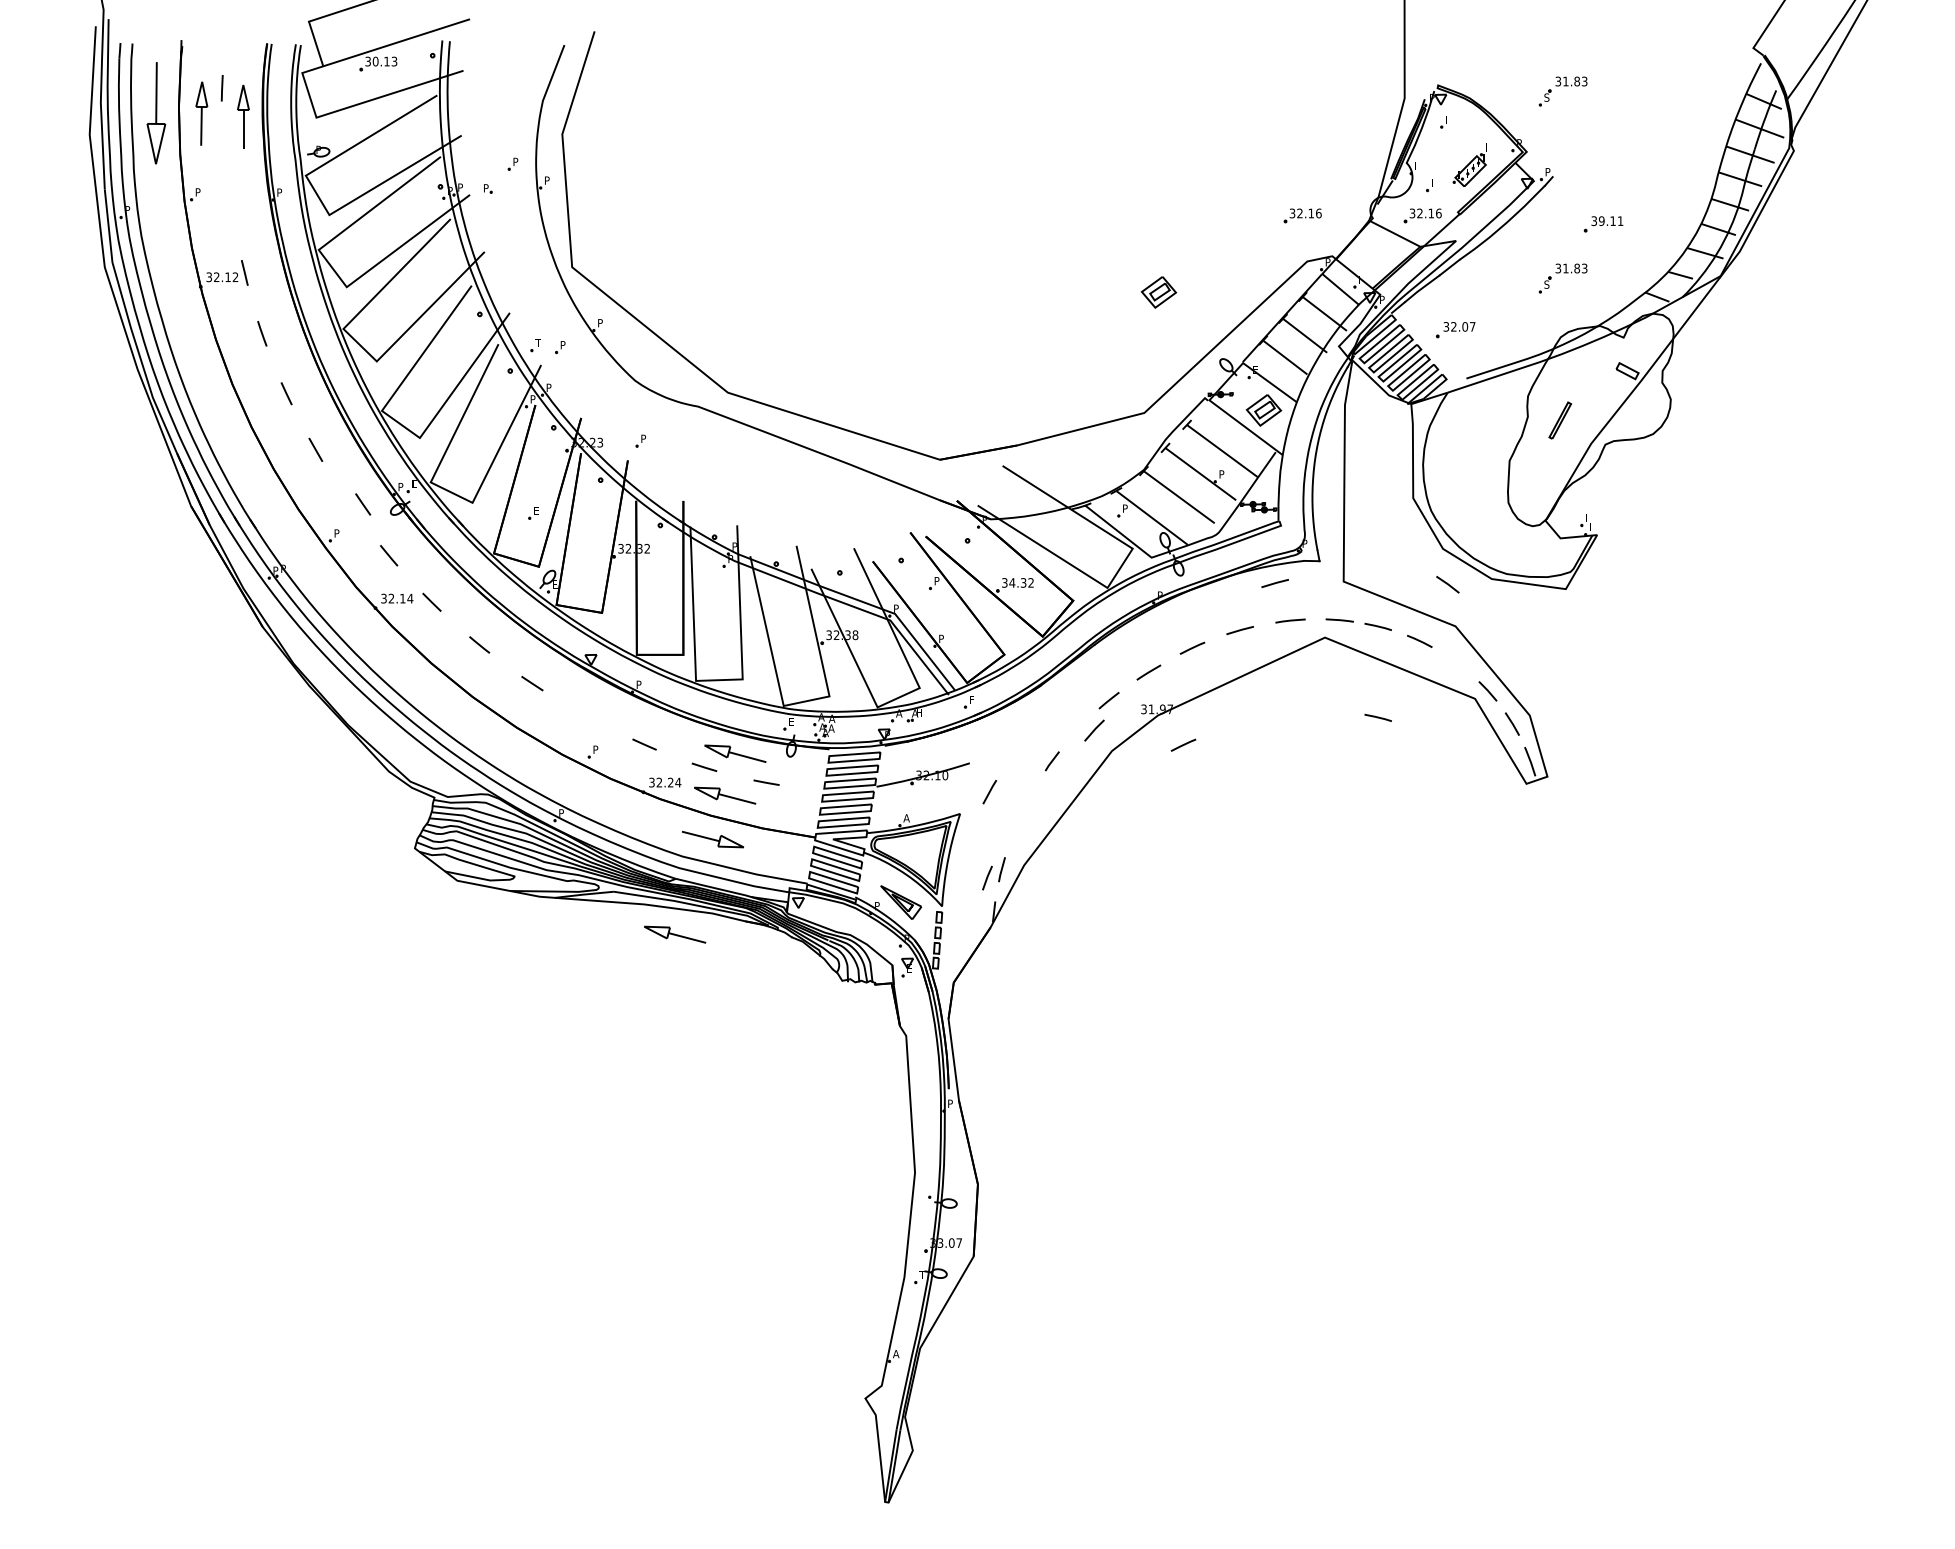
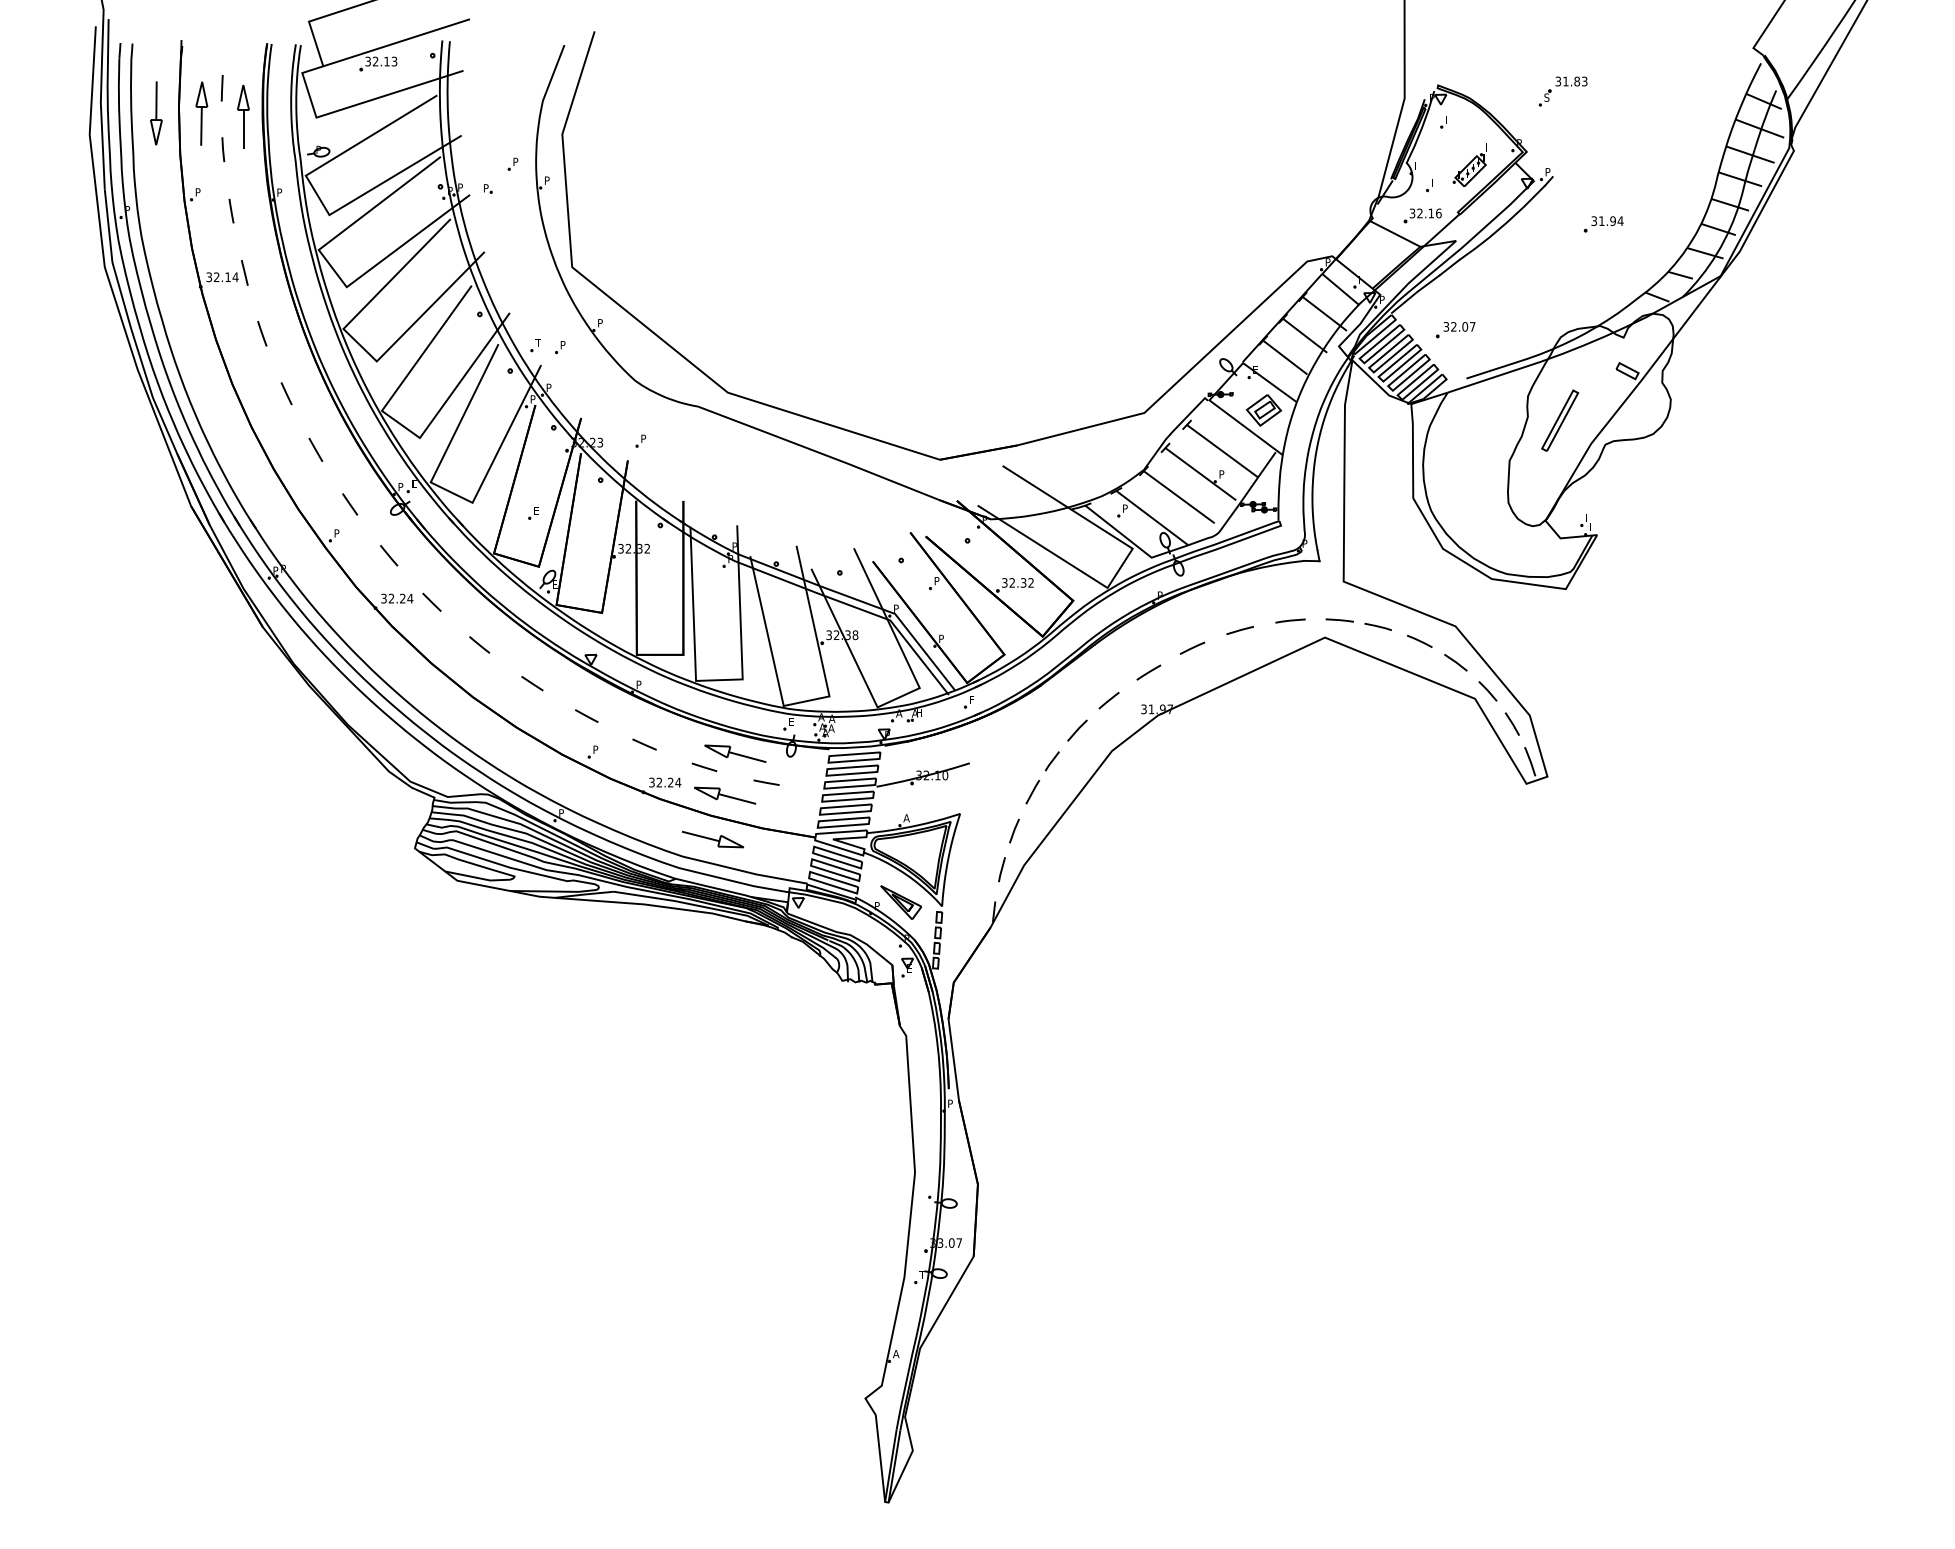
text at (375, 61): 30.13 -> 32.13
part at (156, 113) size: 21x103 px -> 13x65 px
line at (223, 149): none -> present
line at (231, 210): none -> present
part at (1302, 215): present -> none
text at (1610, 221): 39.11 -> 31.94
text at (235, 276): 32.12 -> 32.14
part at (1562, 278): present -> none
part at (1158, 292): present -> none
part at (1560, 420) size: 25x39 px -> 39x63 px
line at (363, 504) position: (363, 504) -> (350, 504)
text at (1012, 582): 34.32 -> 32.32
line at (1274, 583): present -> none
line at (1447, 584) position: (1447, 584) -> (1455, 662)
text at (402, 598): 32.14 -> 32.24
line at (586, 715): none -> present
line at (1377, 717): present -> none
line at (1094, 730) position: (1094, 730) -> (1077, 730)
line at (1183, 744): present -> none
line at (989, 792) position: (989, 792) -> (1032, 792)
line at (987, 877) position: (987, 877) -> (1014, 830)
part at (675, 934): present -> none
